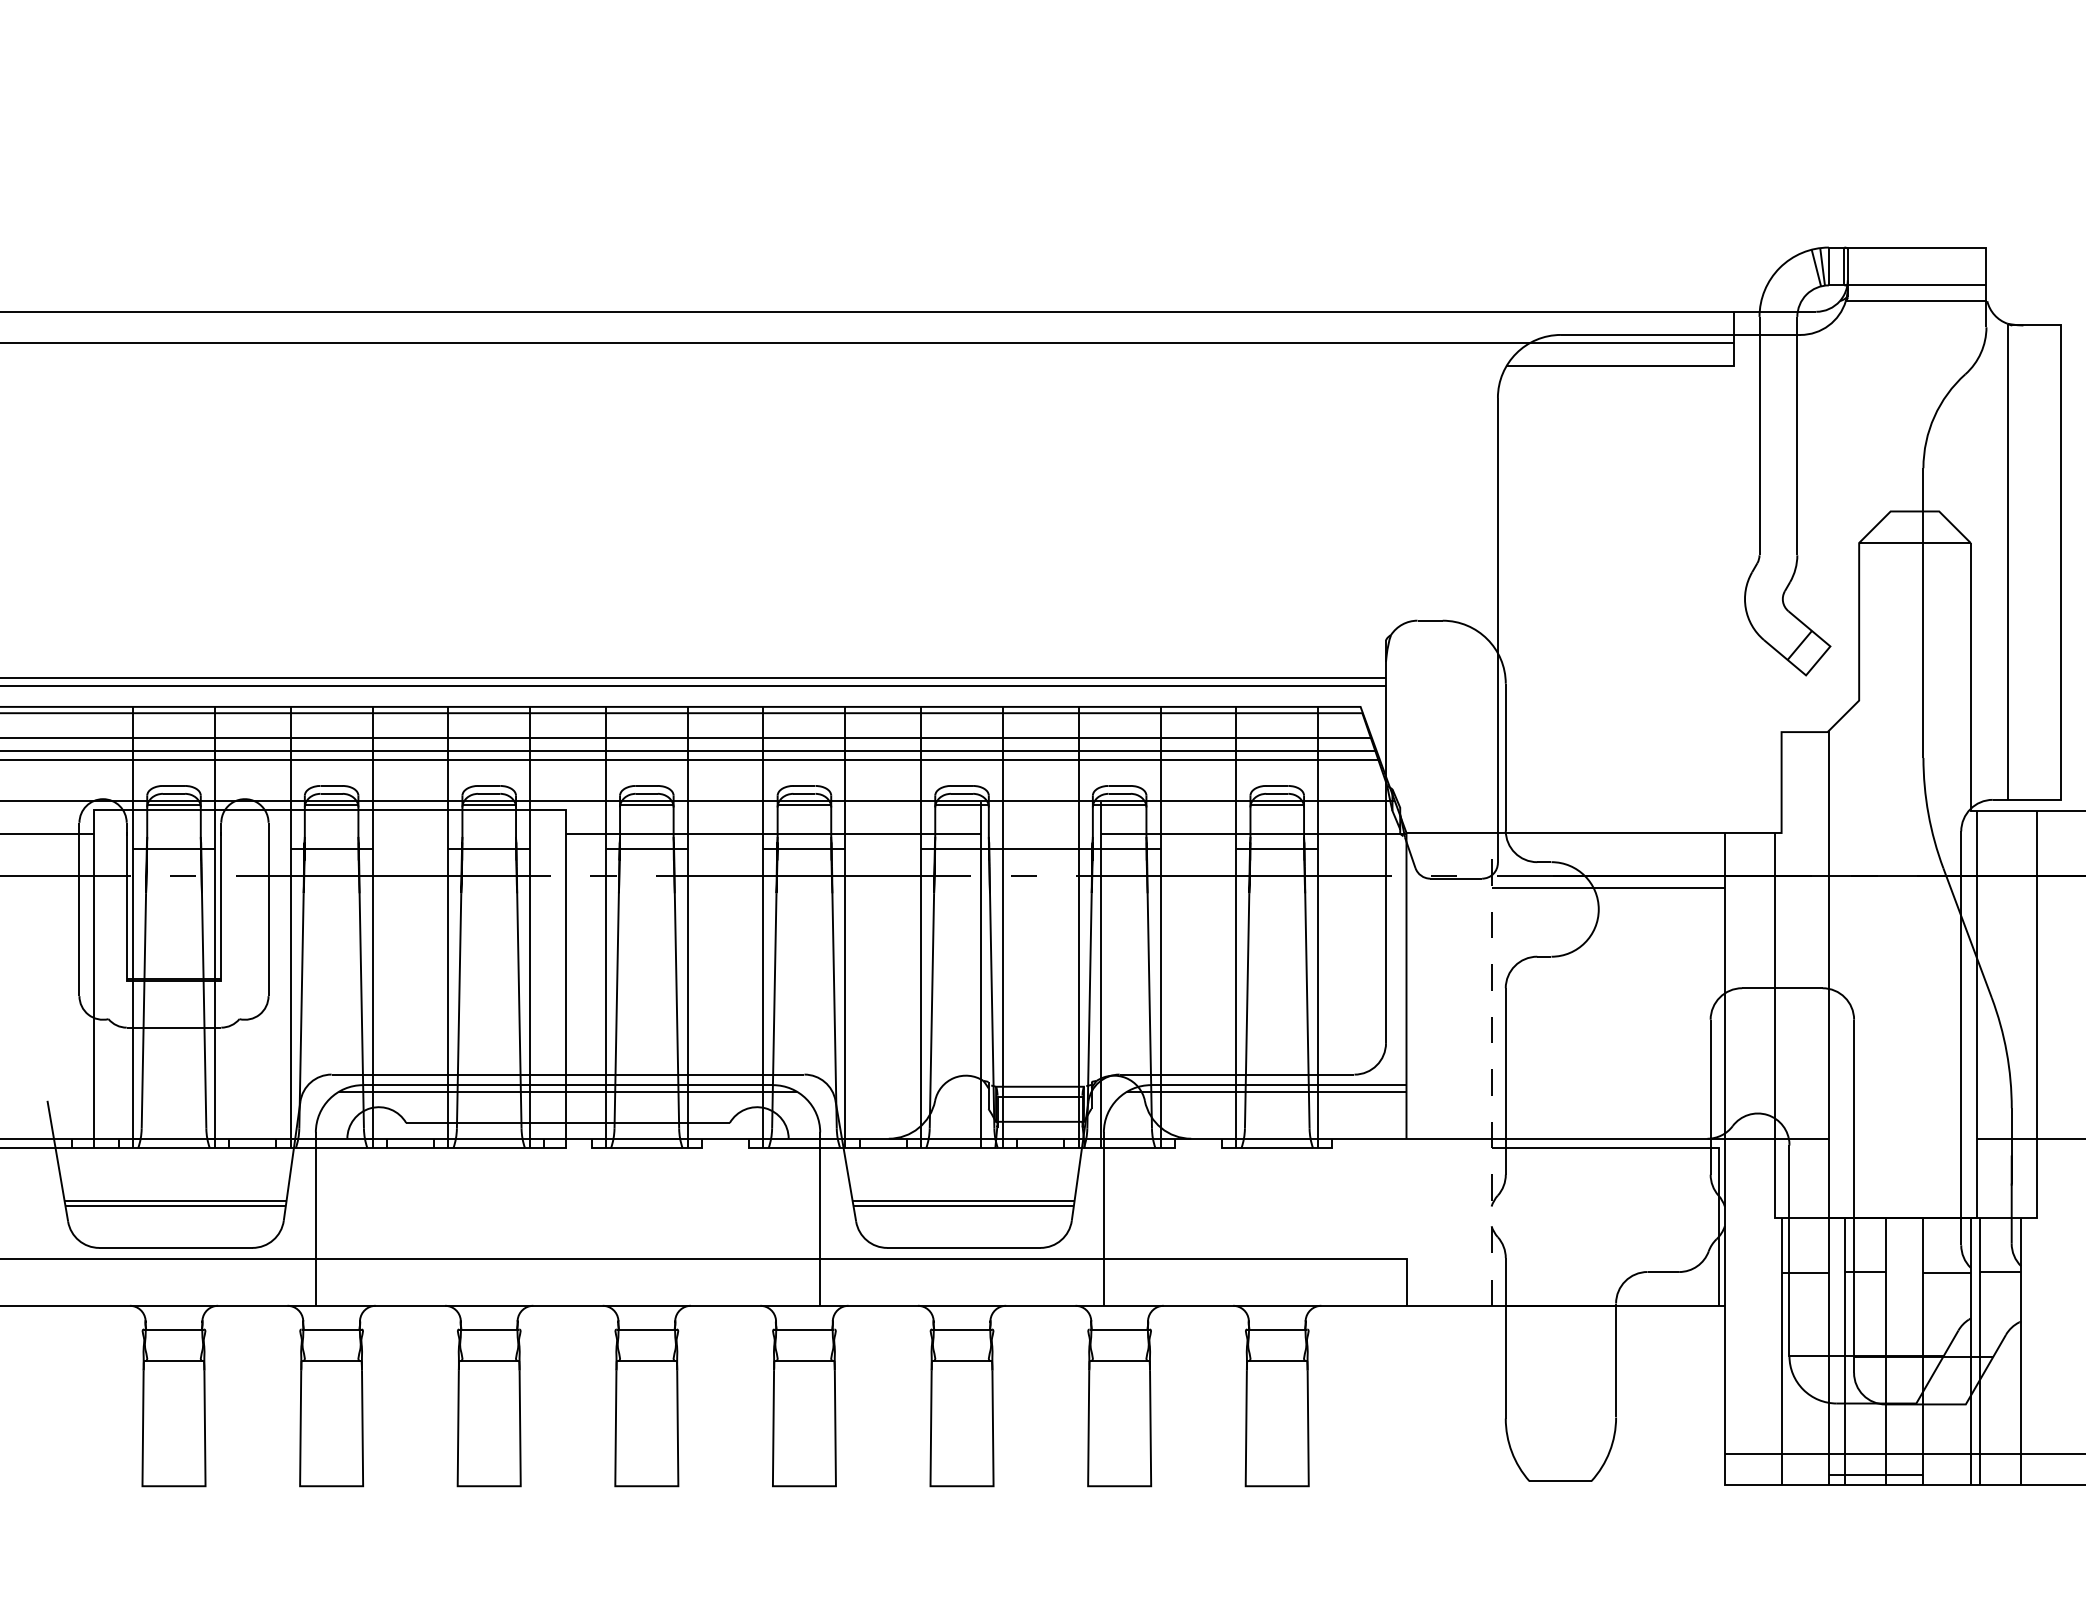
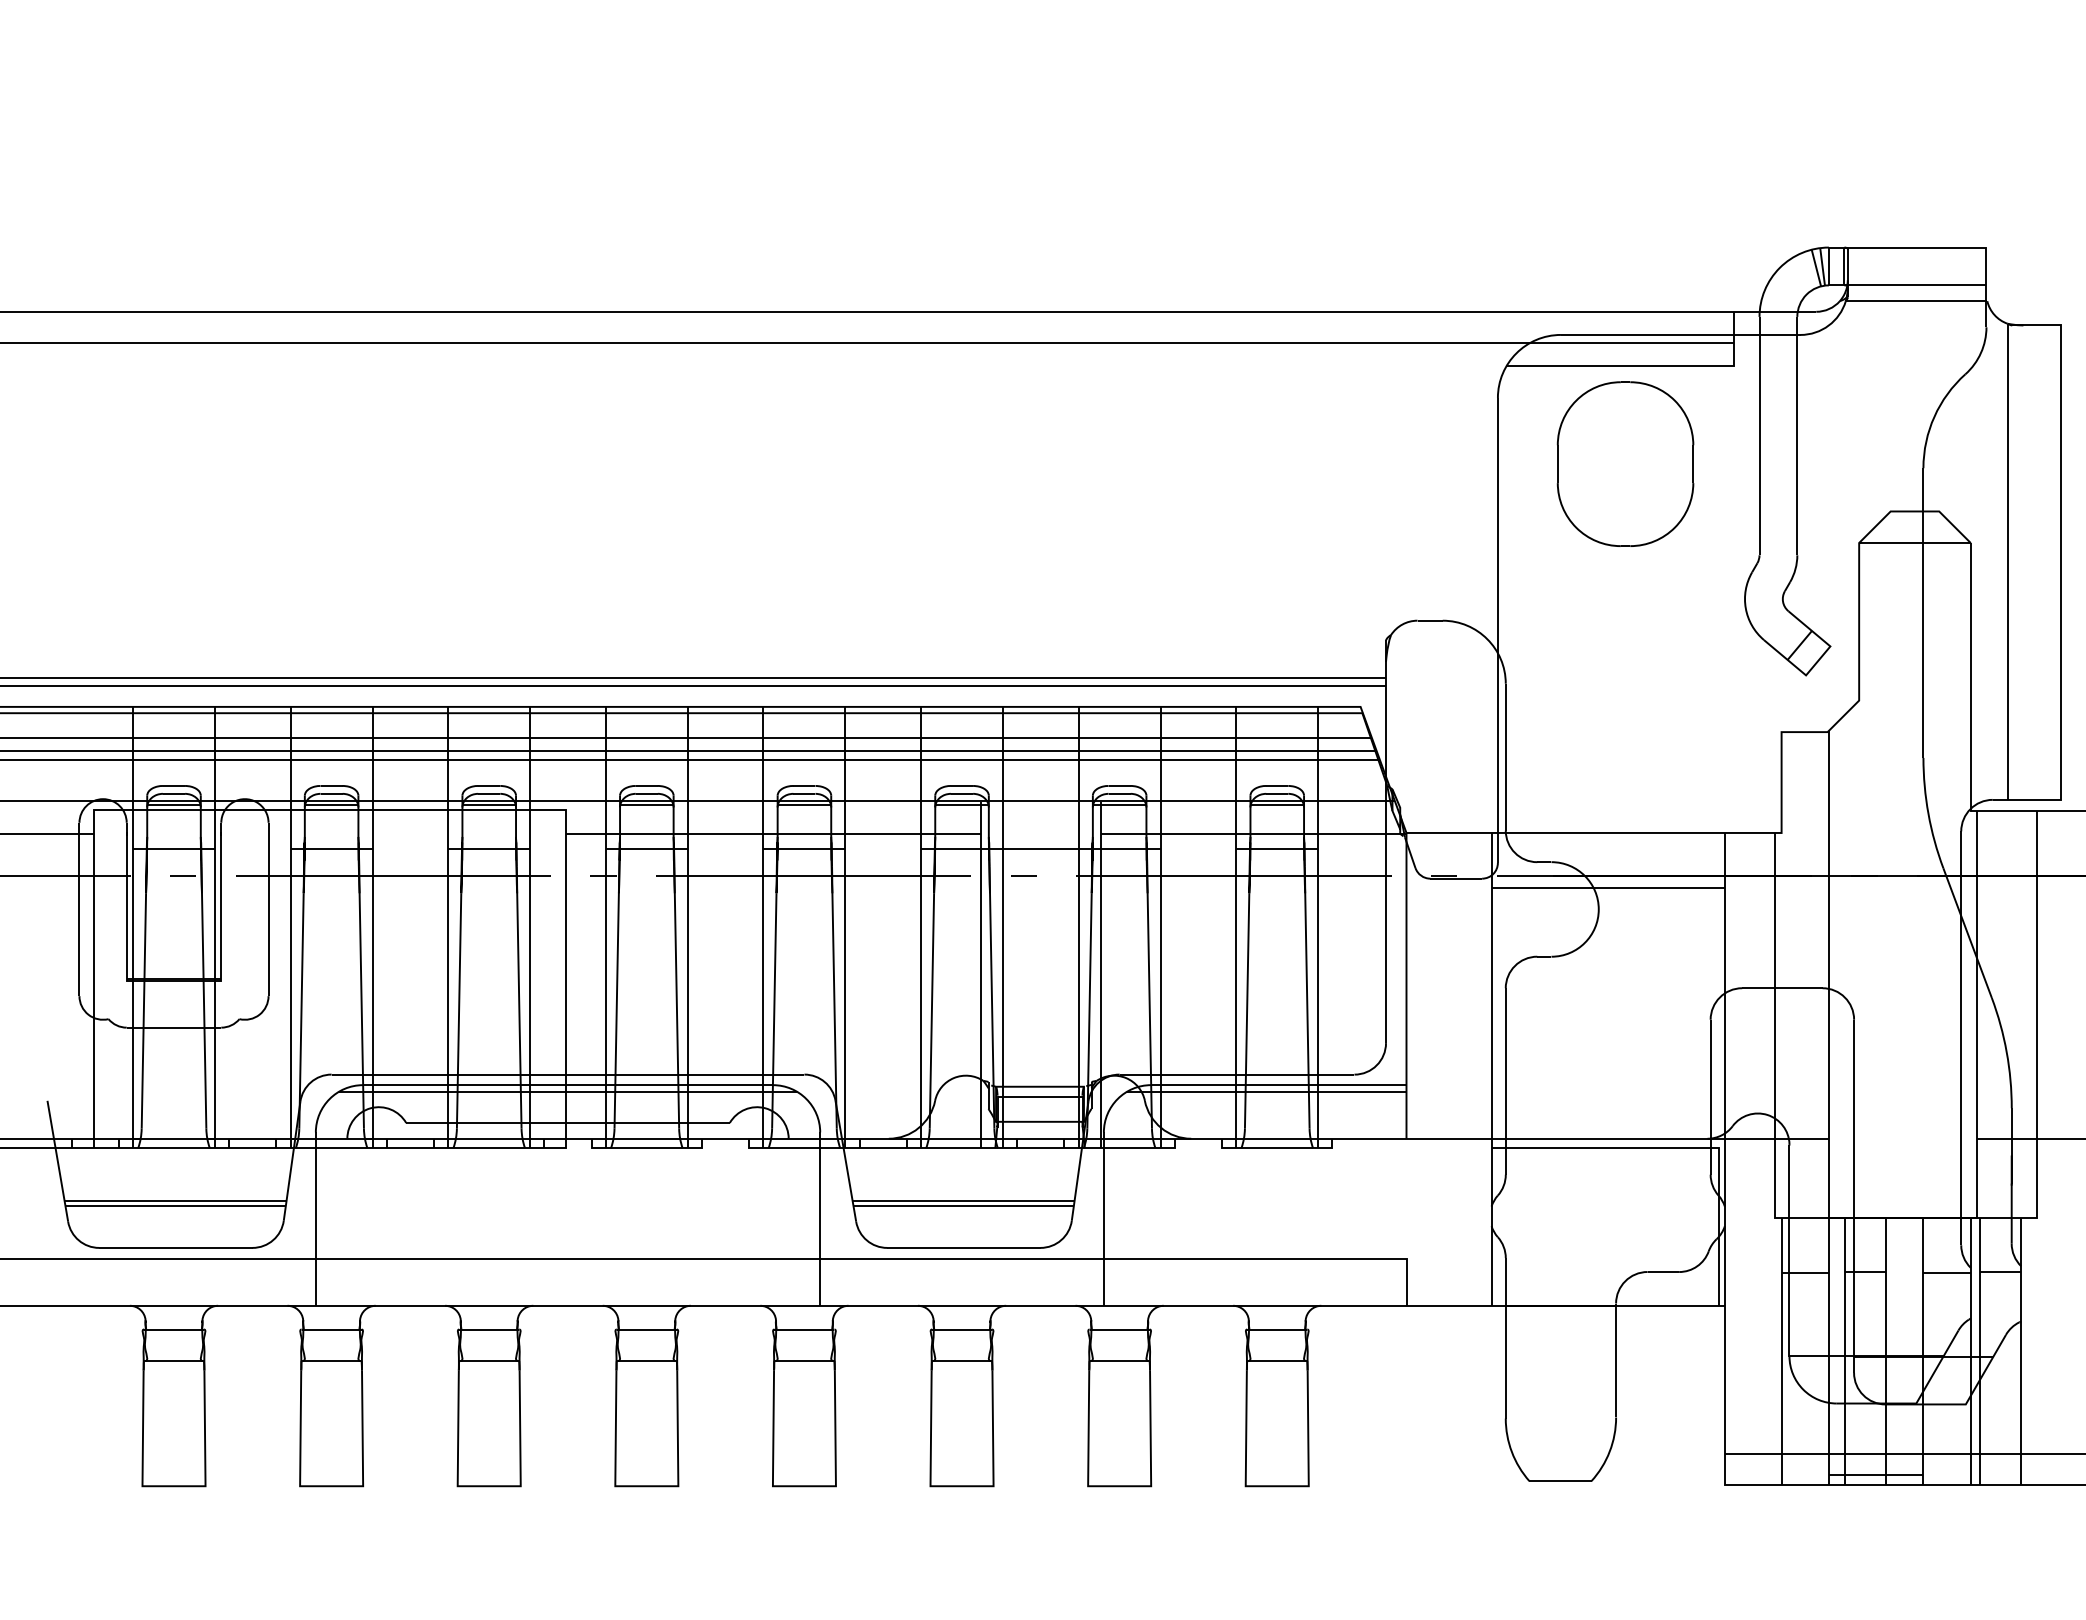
part at (1625, 463): none -> present
line at (1491, 1068): dashed -> solid
